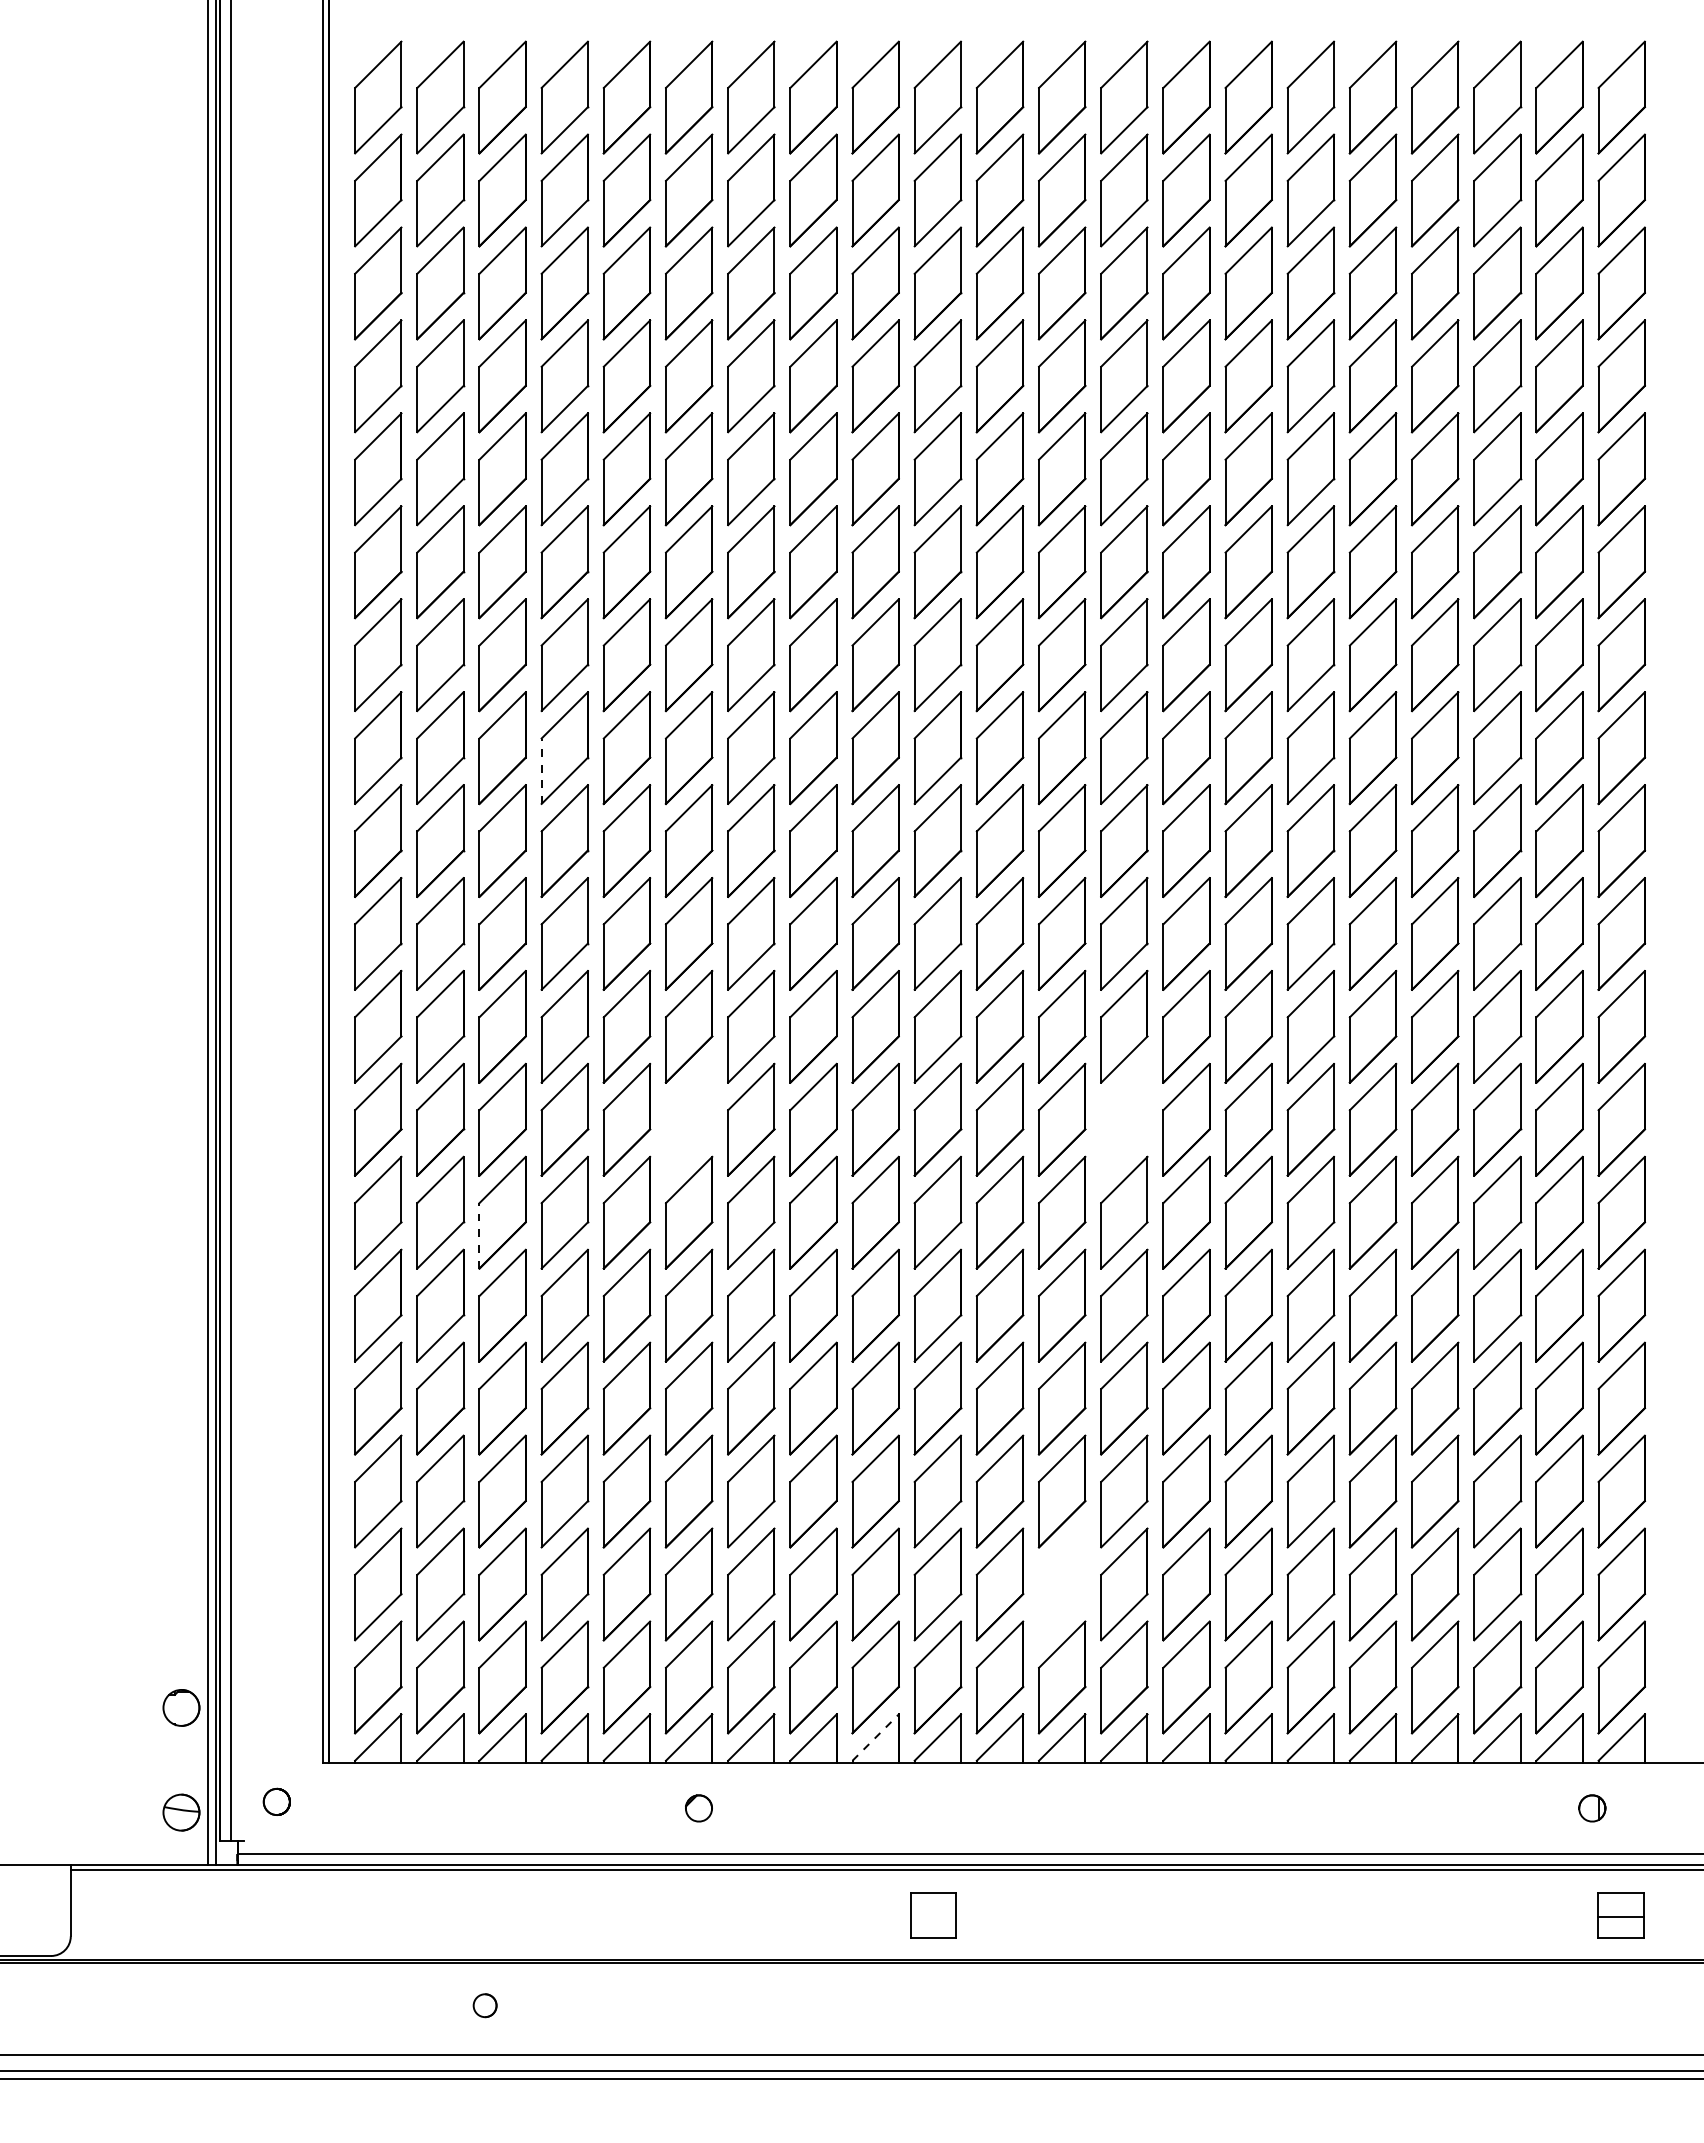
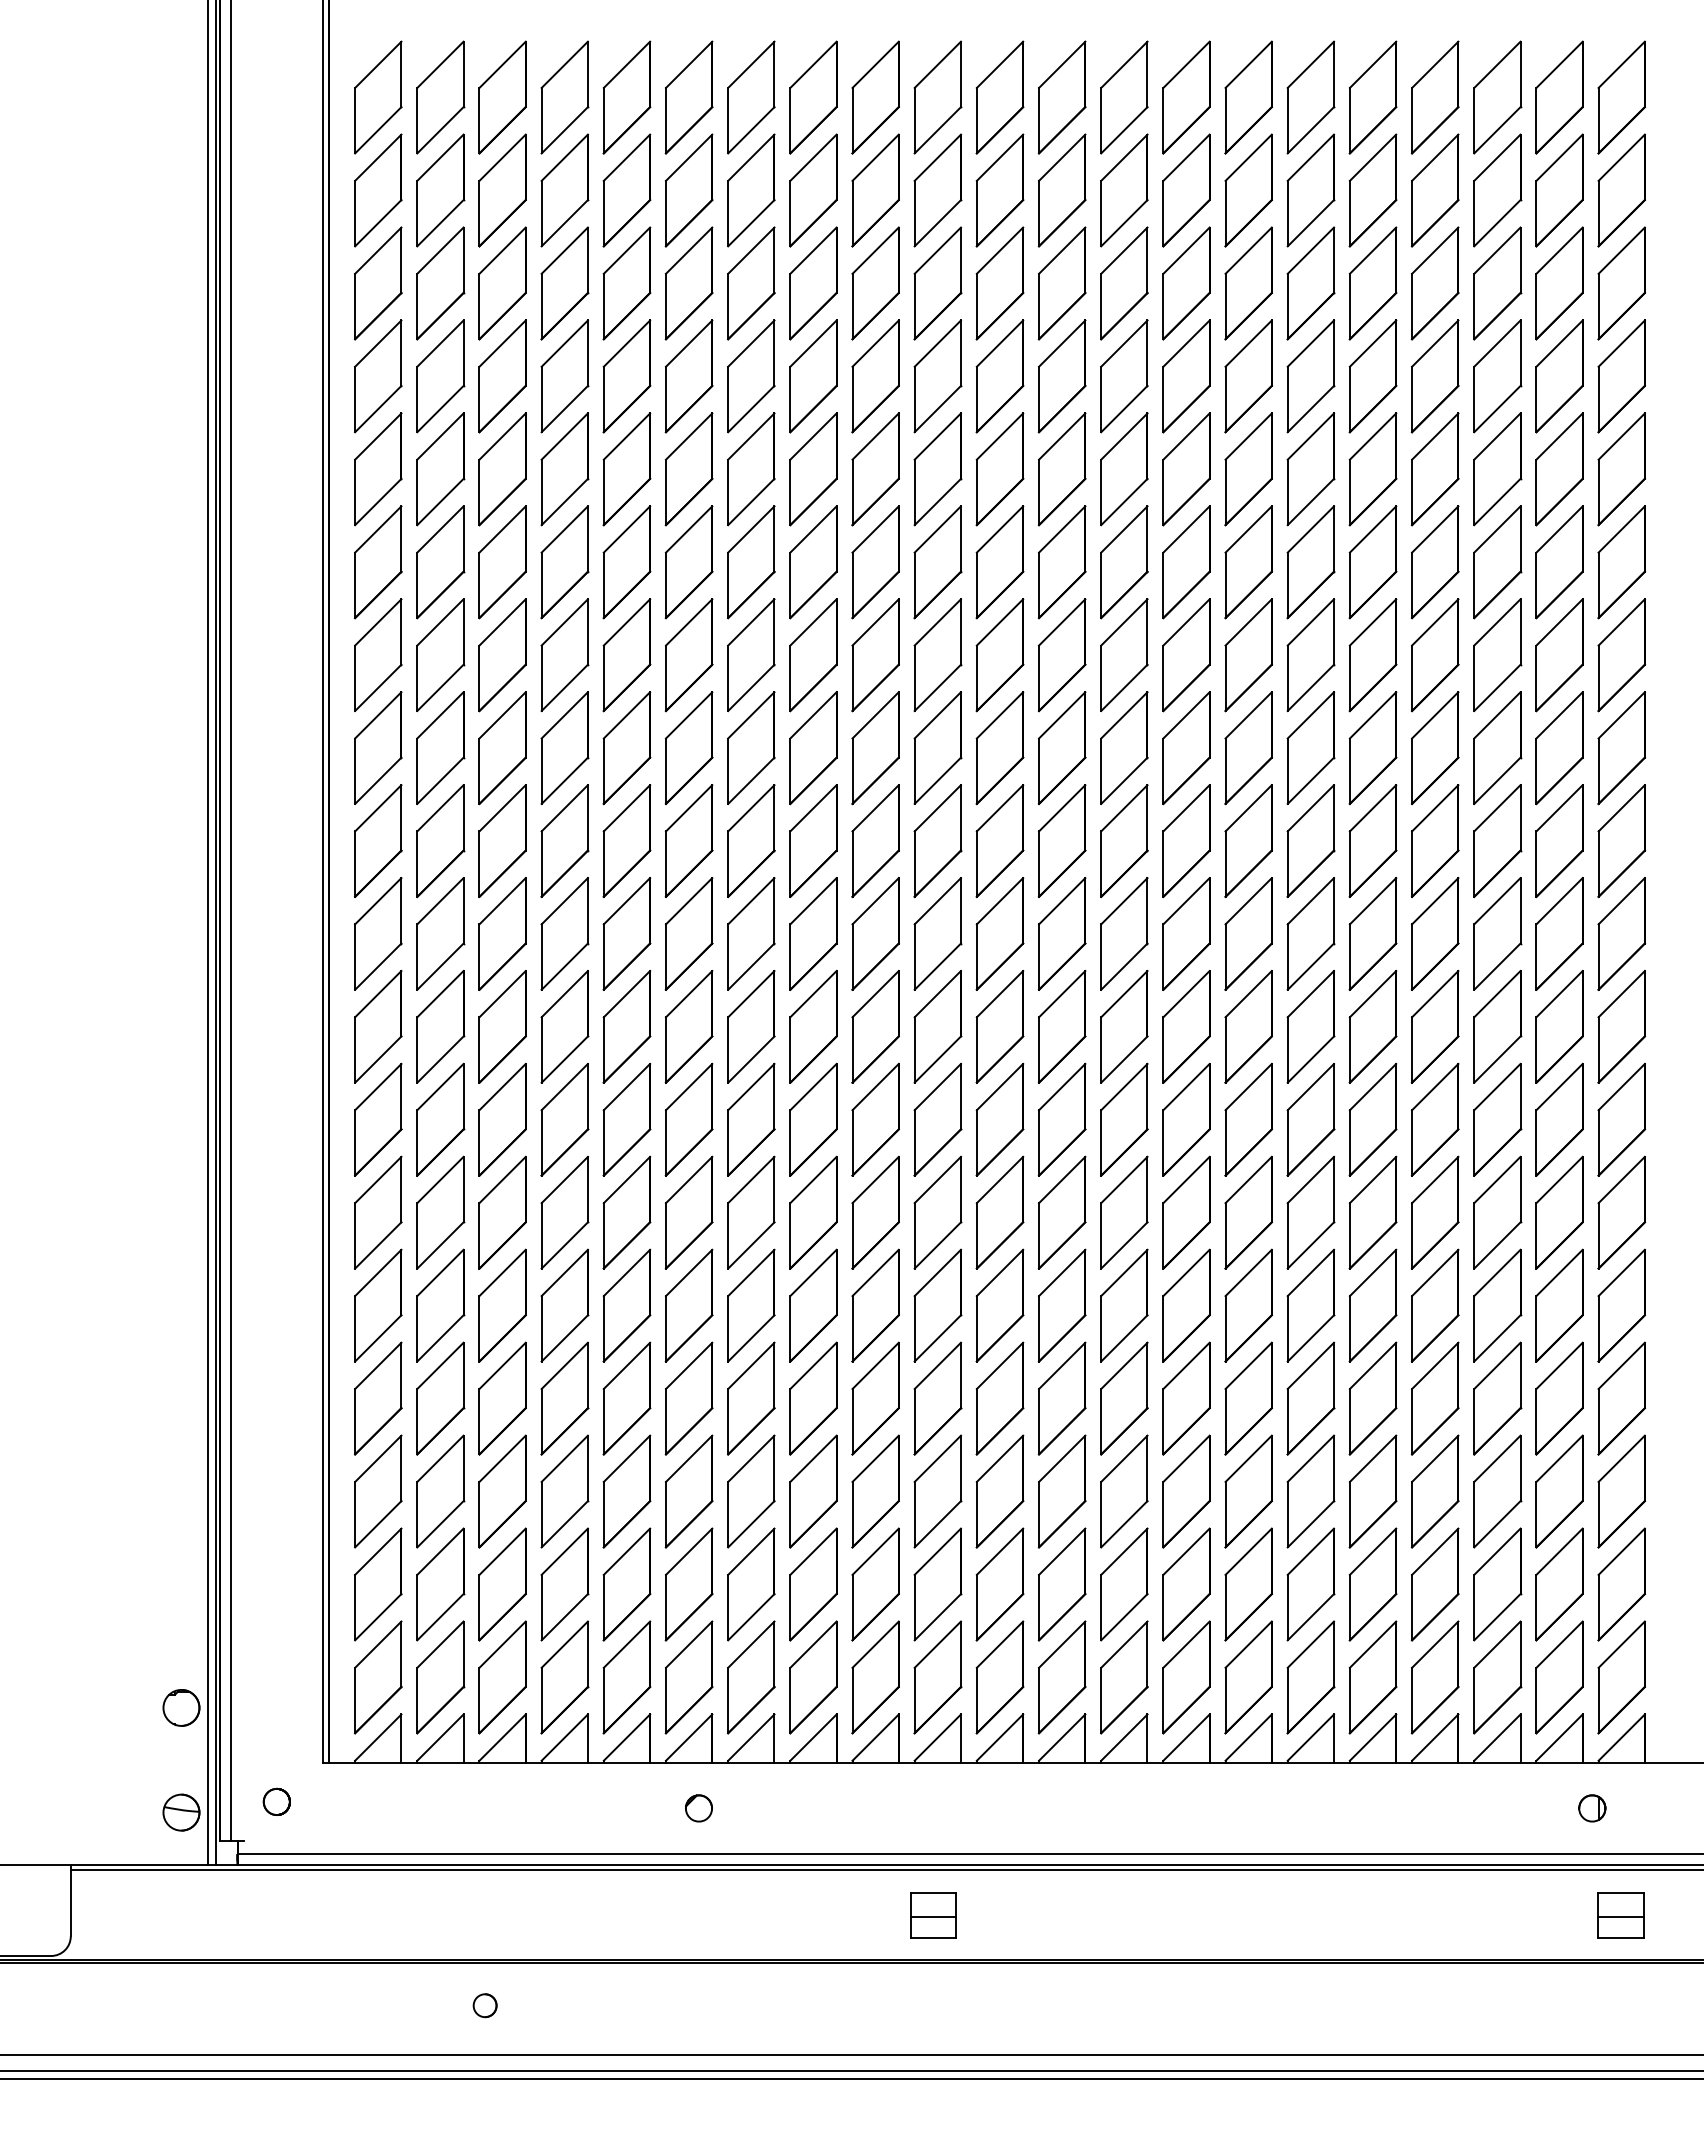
line at (541, 771): dashed -> solid
part at (688, 1119): none -> present
part at (1124, 1119): none -> present
line at (479, 1235): dashed -> solid
part at (1061, 1584): none -> present
line at (875, 1737): dashed -> solid
line at (933, 1917): none -> present
